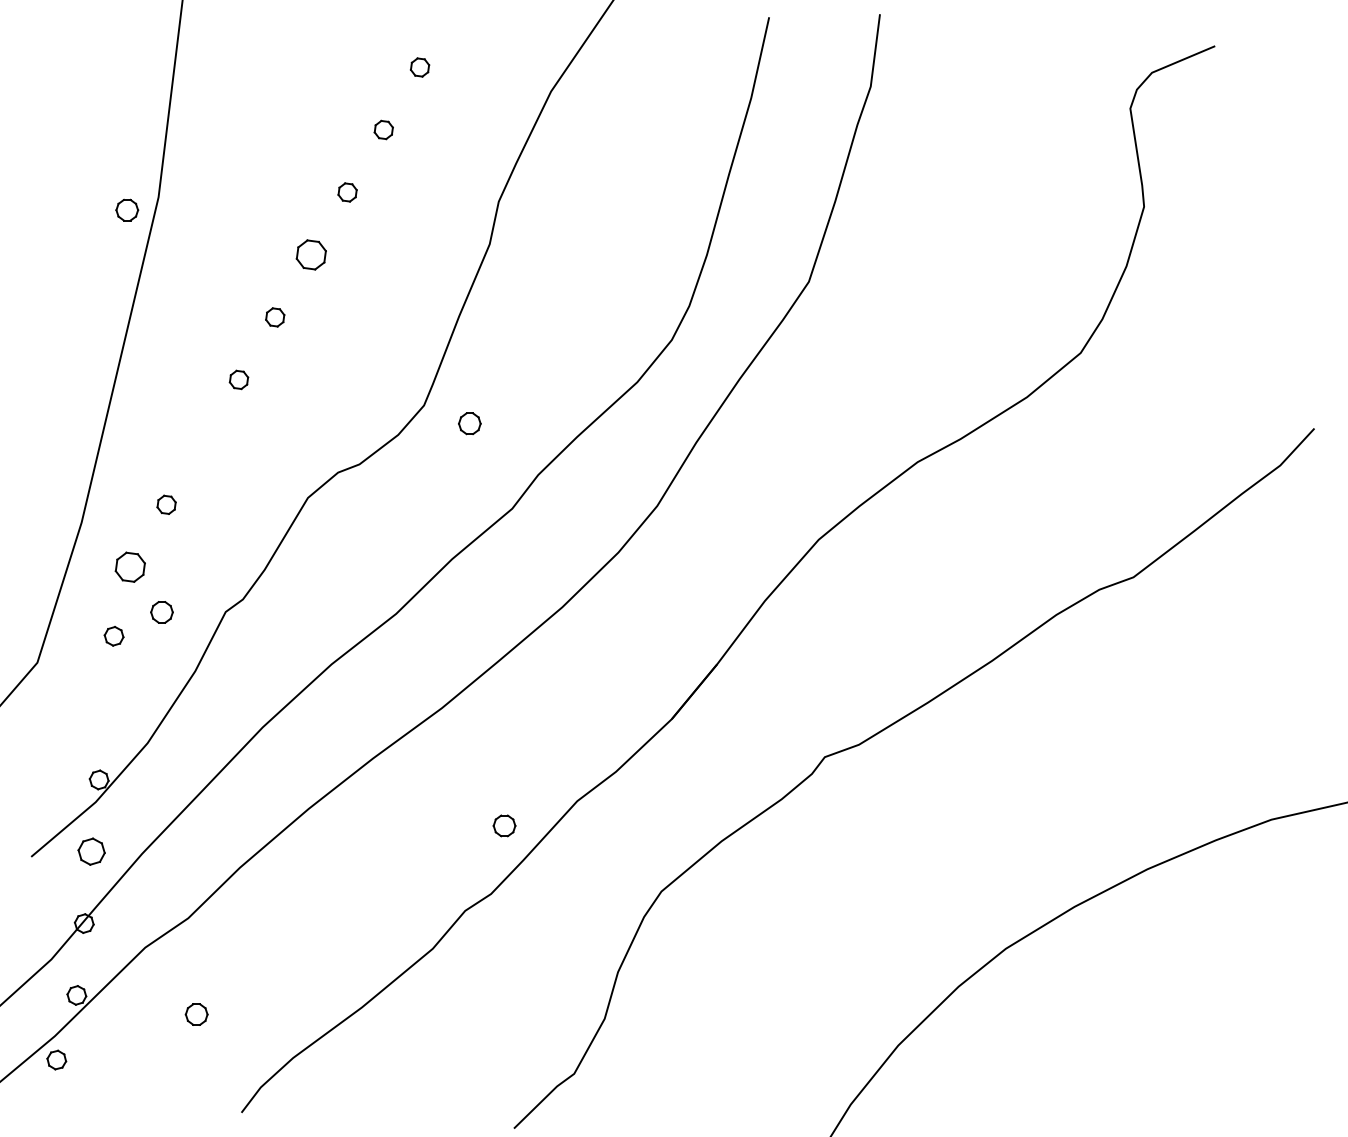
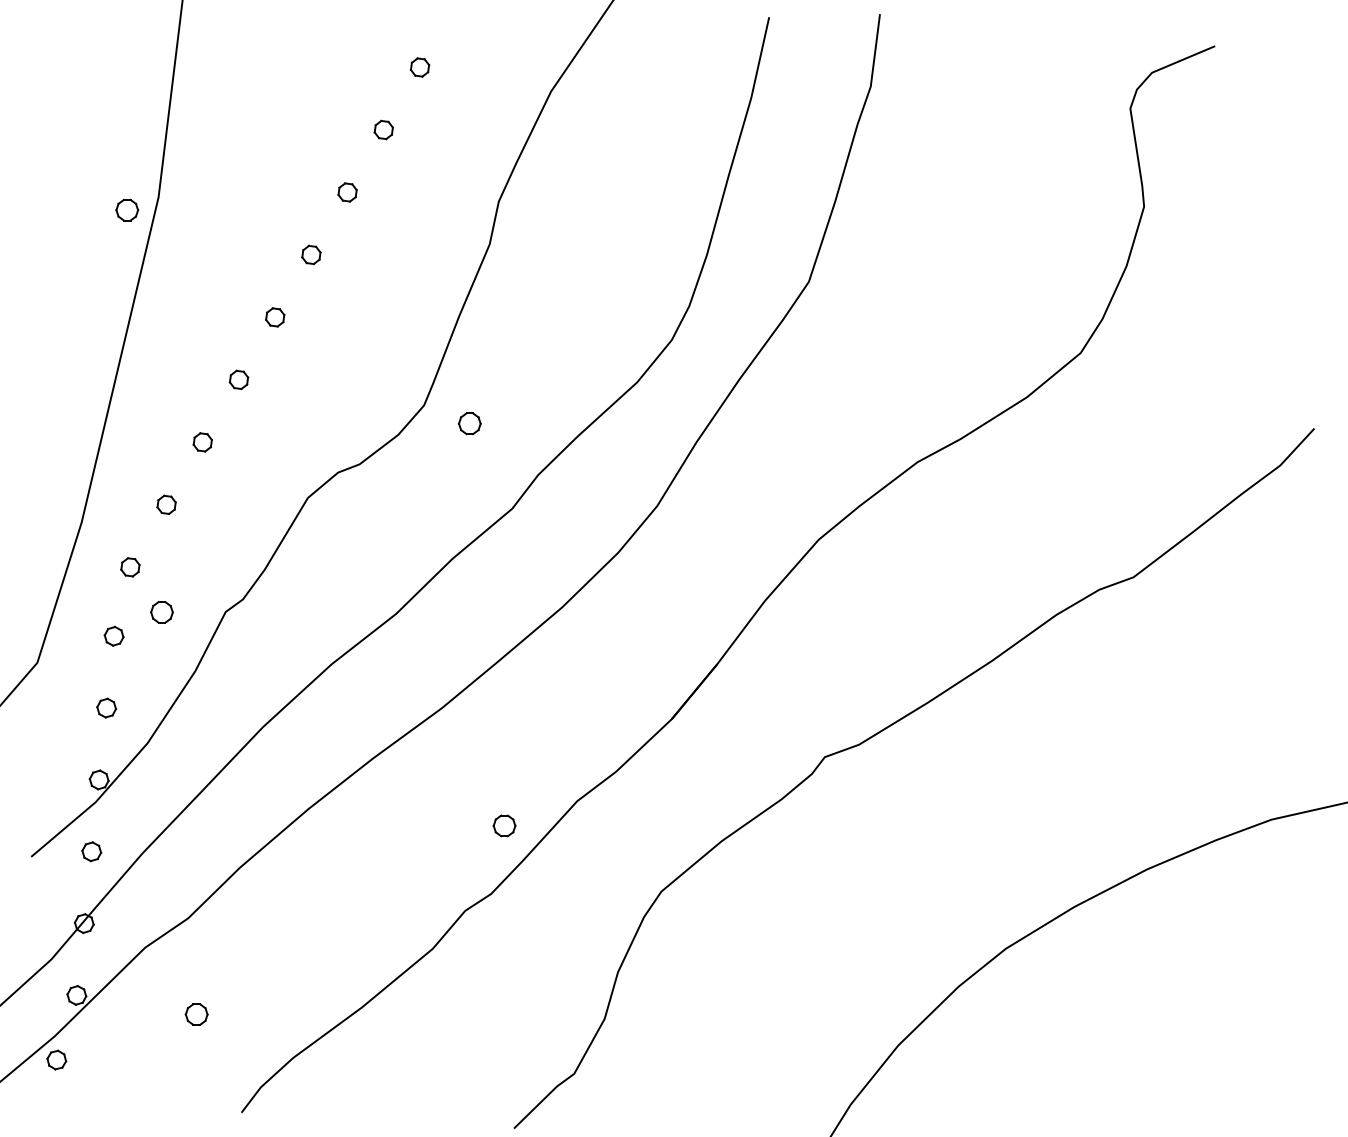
part at (310, 254) size: 32x32 px -> 21x22 px
part at (202, 442): none -> present
part at (129, 566) size: 32x32 px -> 21x21 px
part at (106, 707): none -> present
part at (91, 851) size: 29x29 px -> 22x22 px
